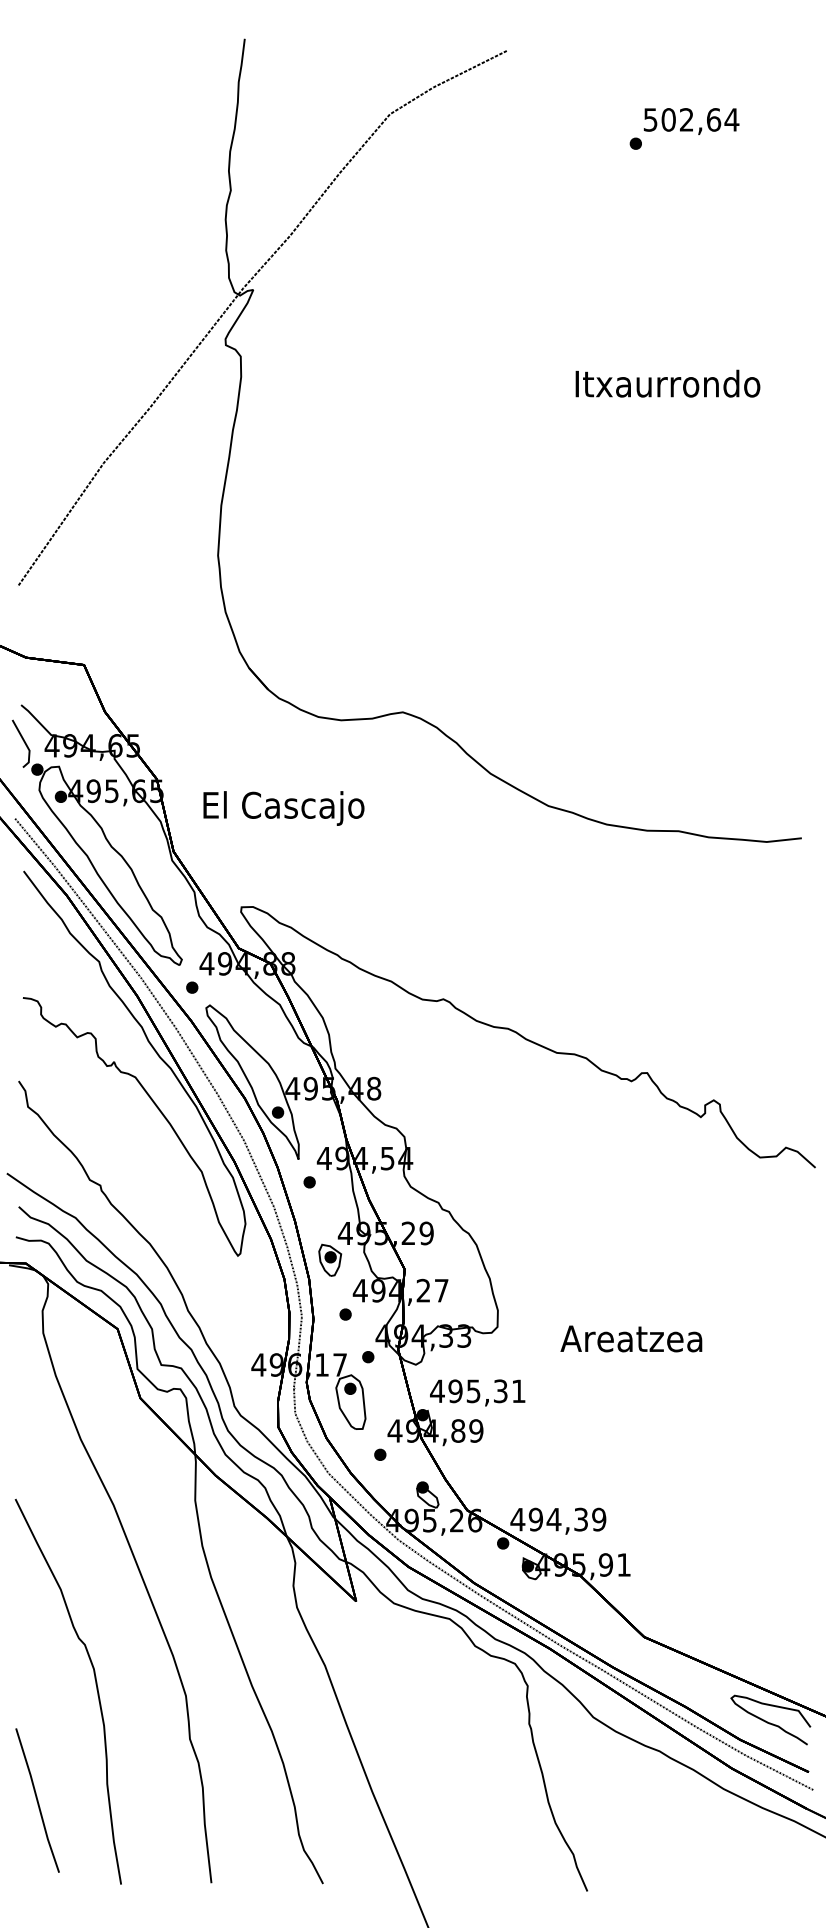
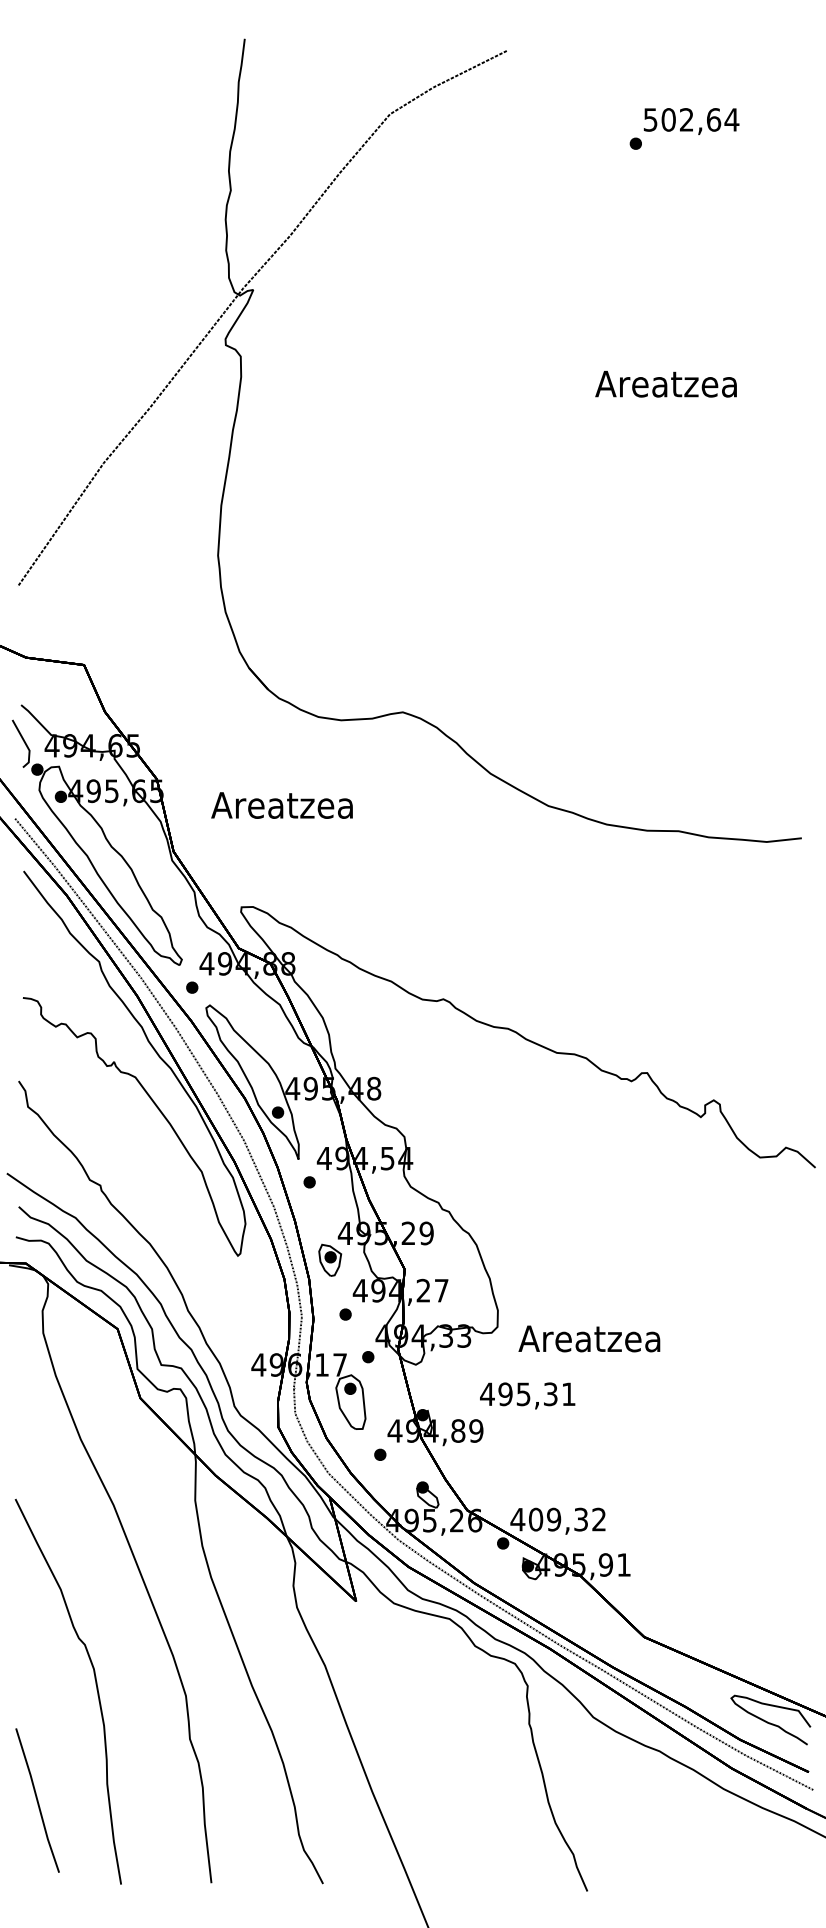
text at (667, 383): Itxaurrondo -> Areatzea
text at (283, 808): El Cascajo -> Areatzea
text at (631, 1338) position: (631, 1338) -> (589, 1338)
text at (477, 1392) position: (477, 1392) -> (527, 1395)
text at (567, 1519): 494,39 -> 409,32
